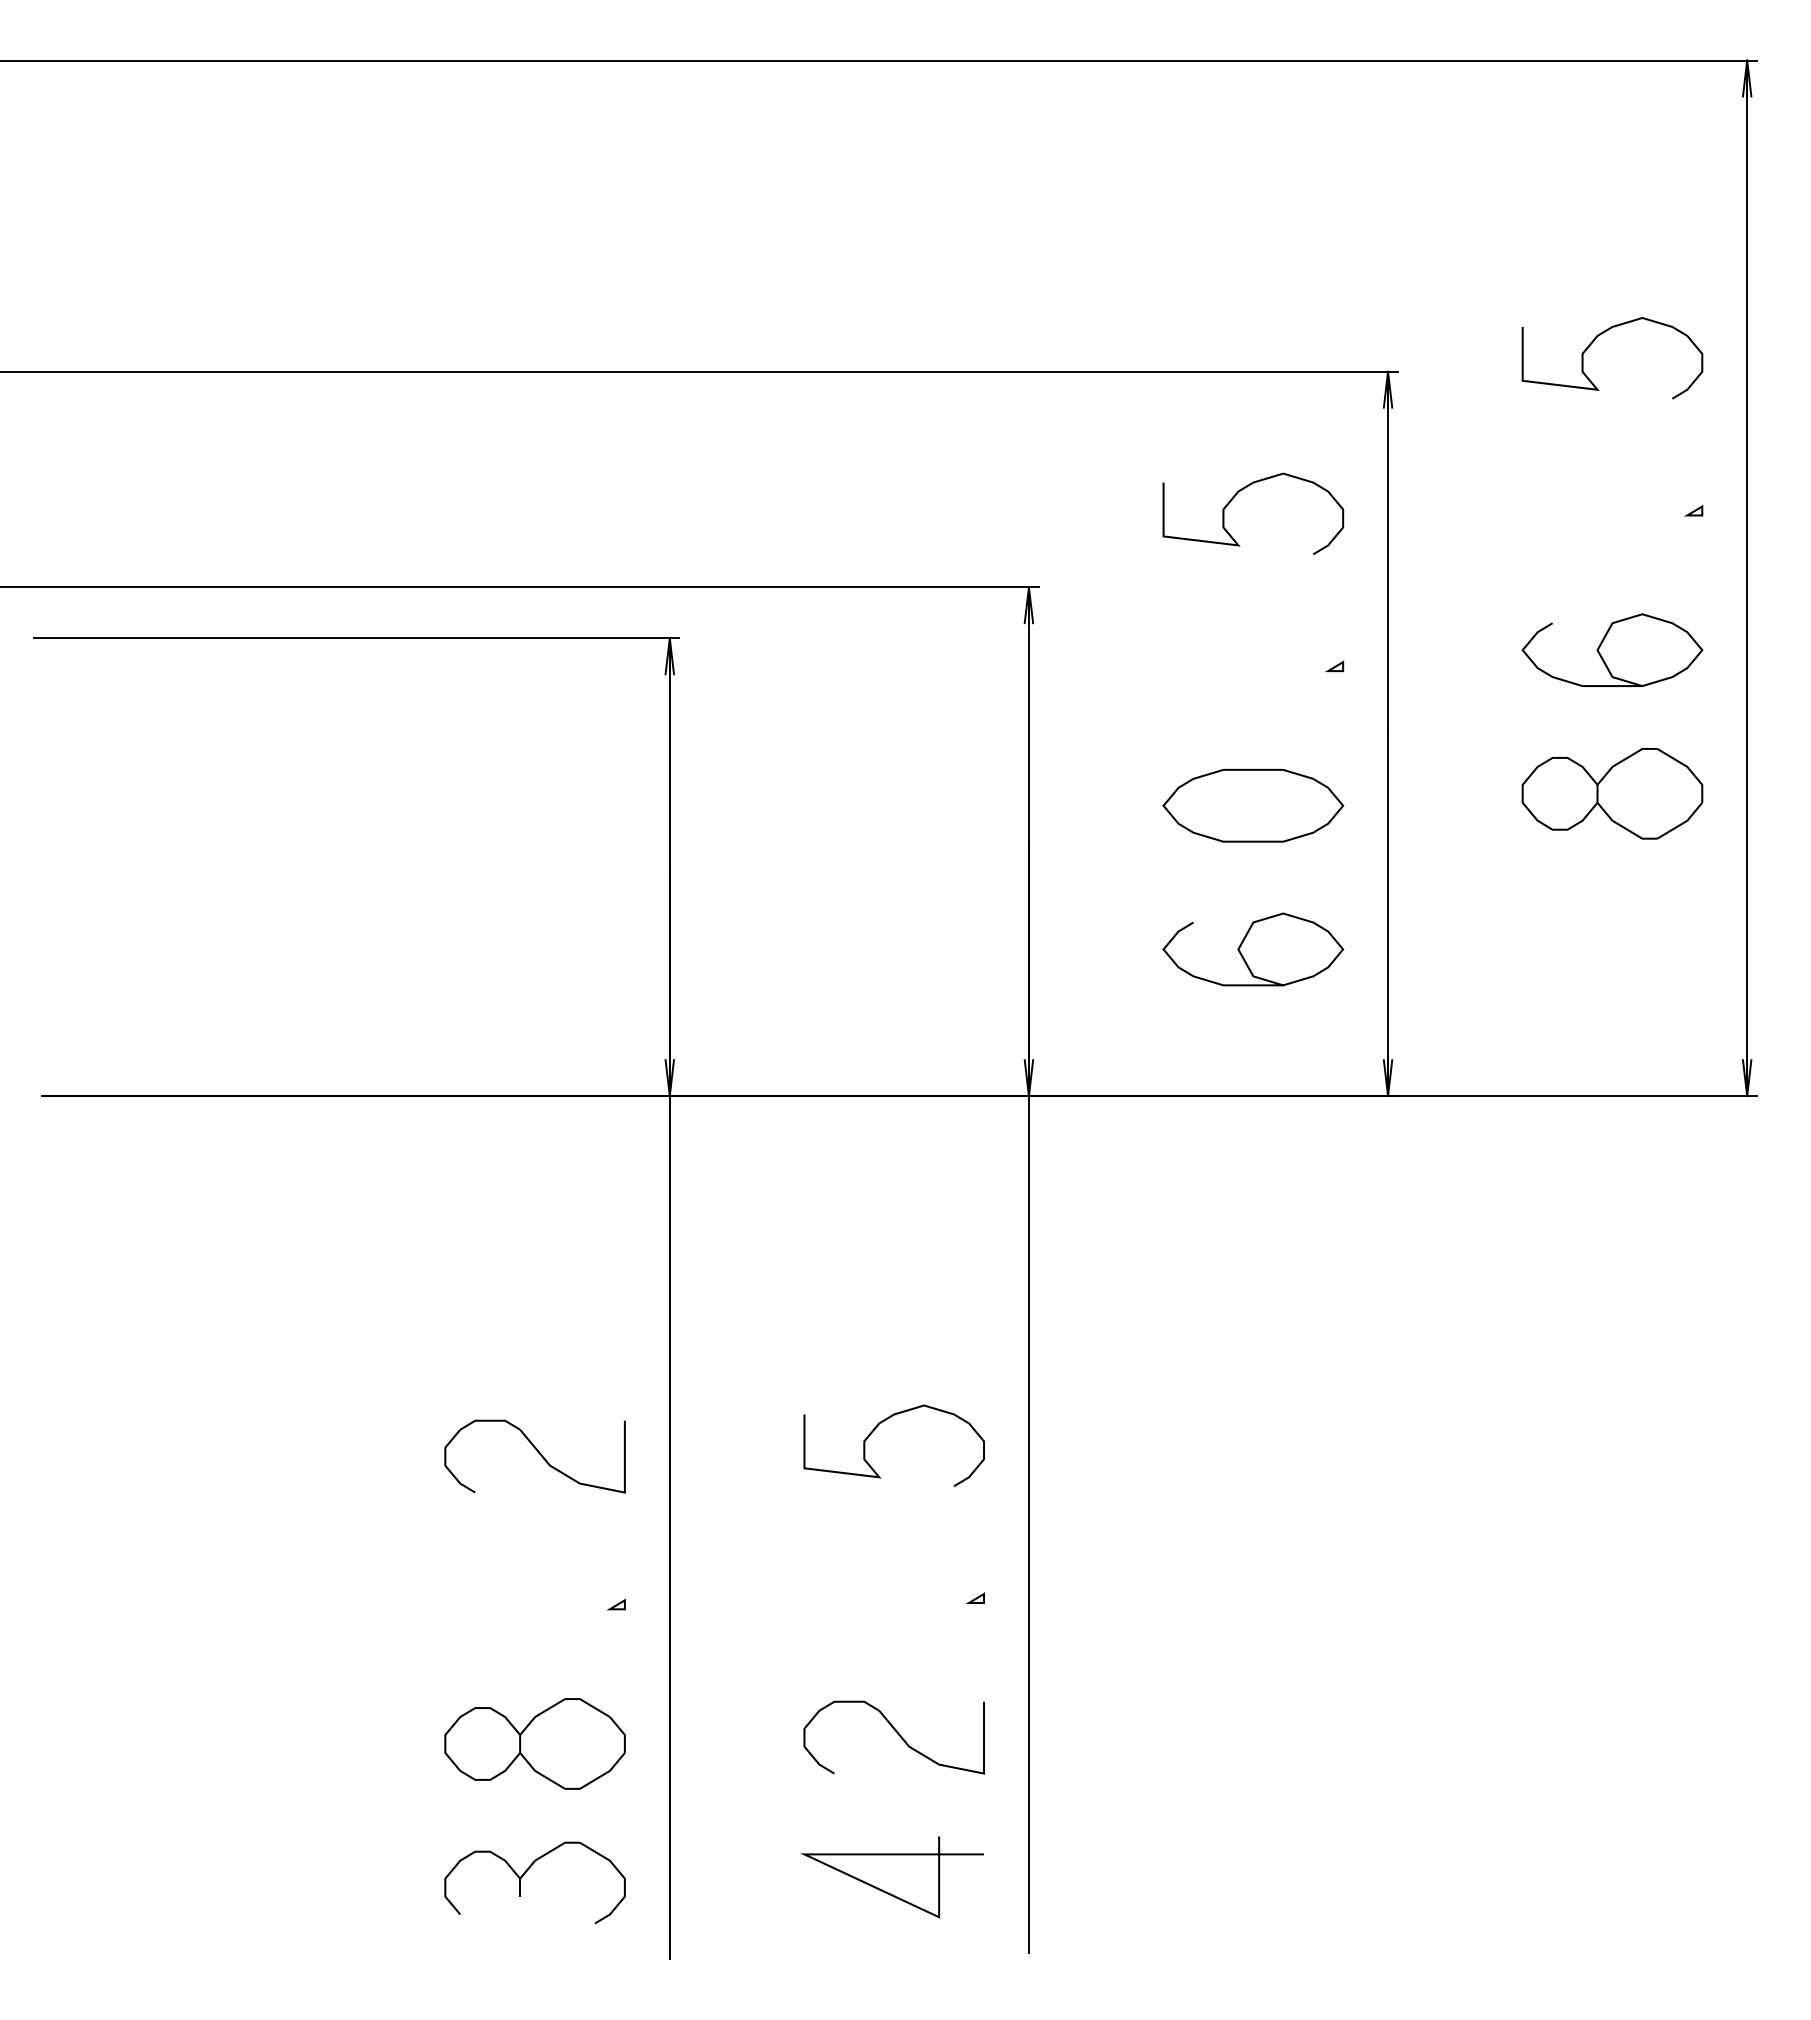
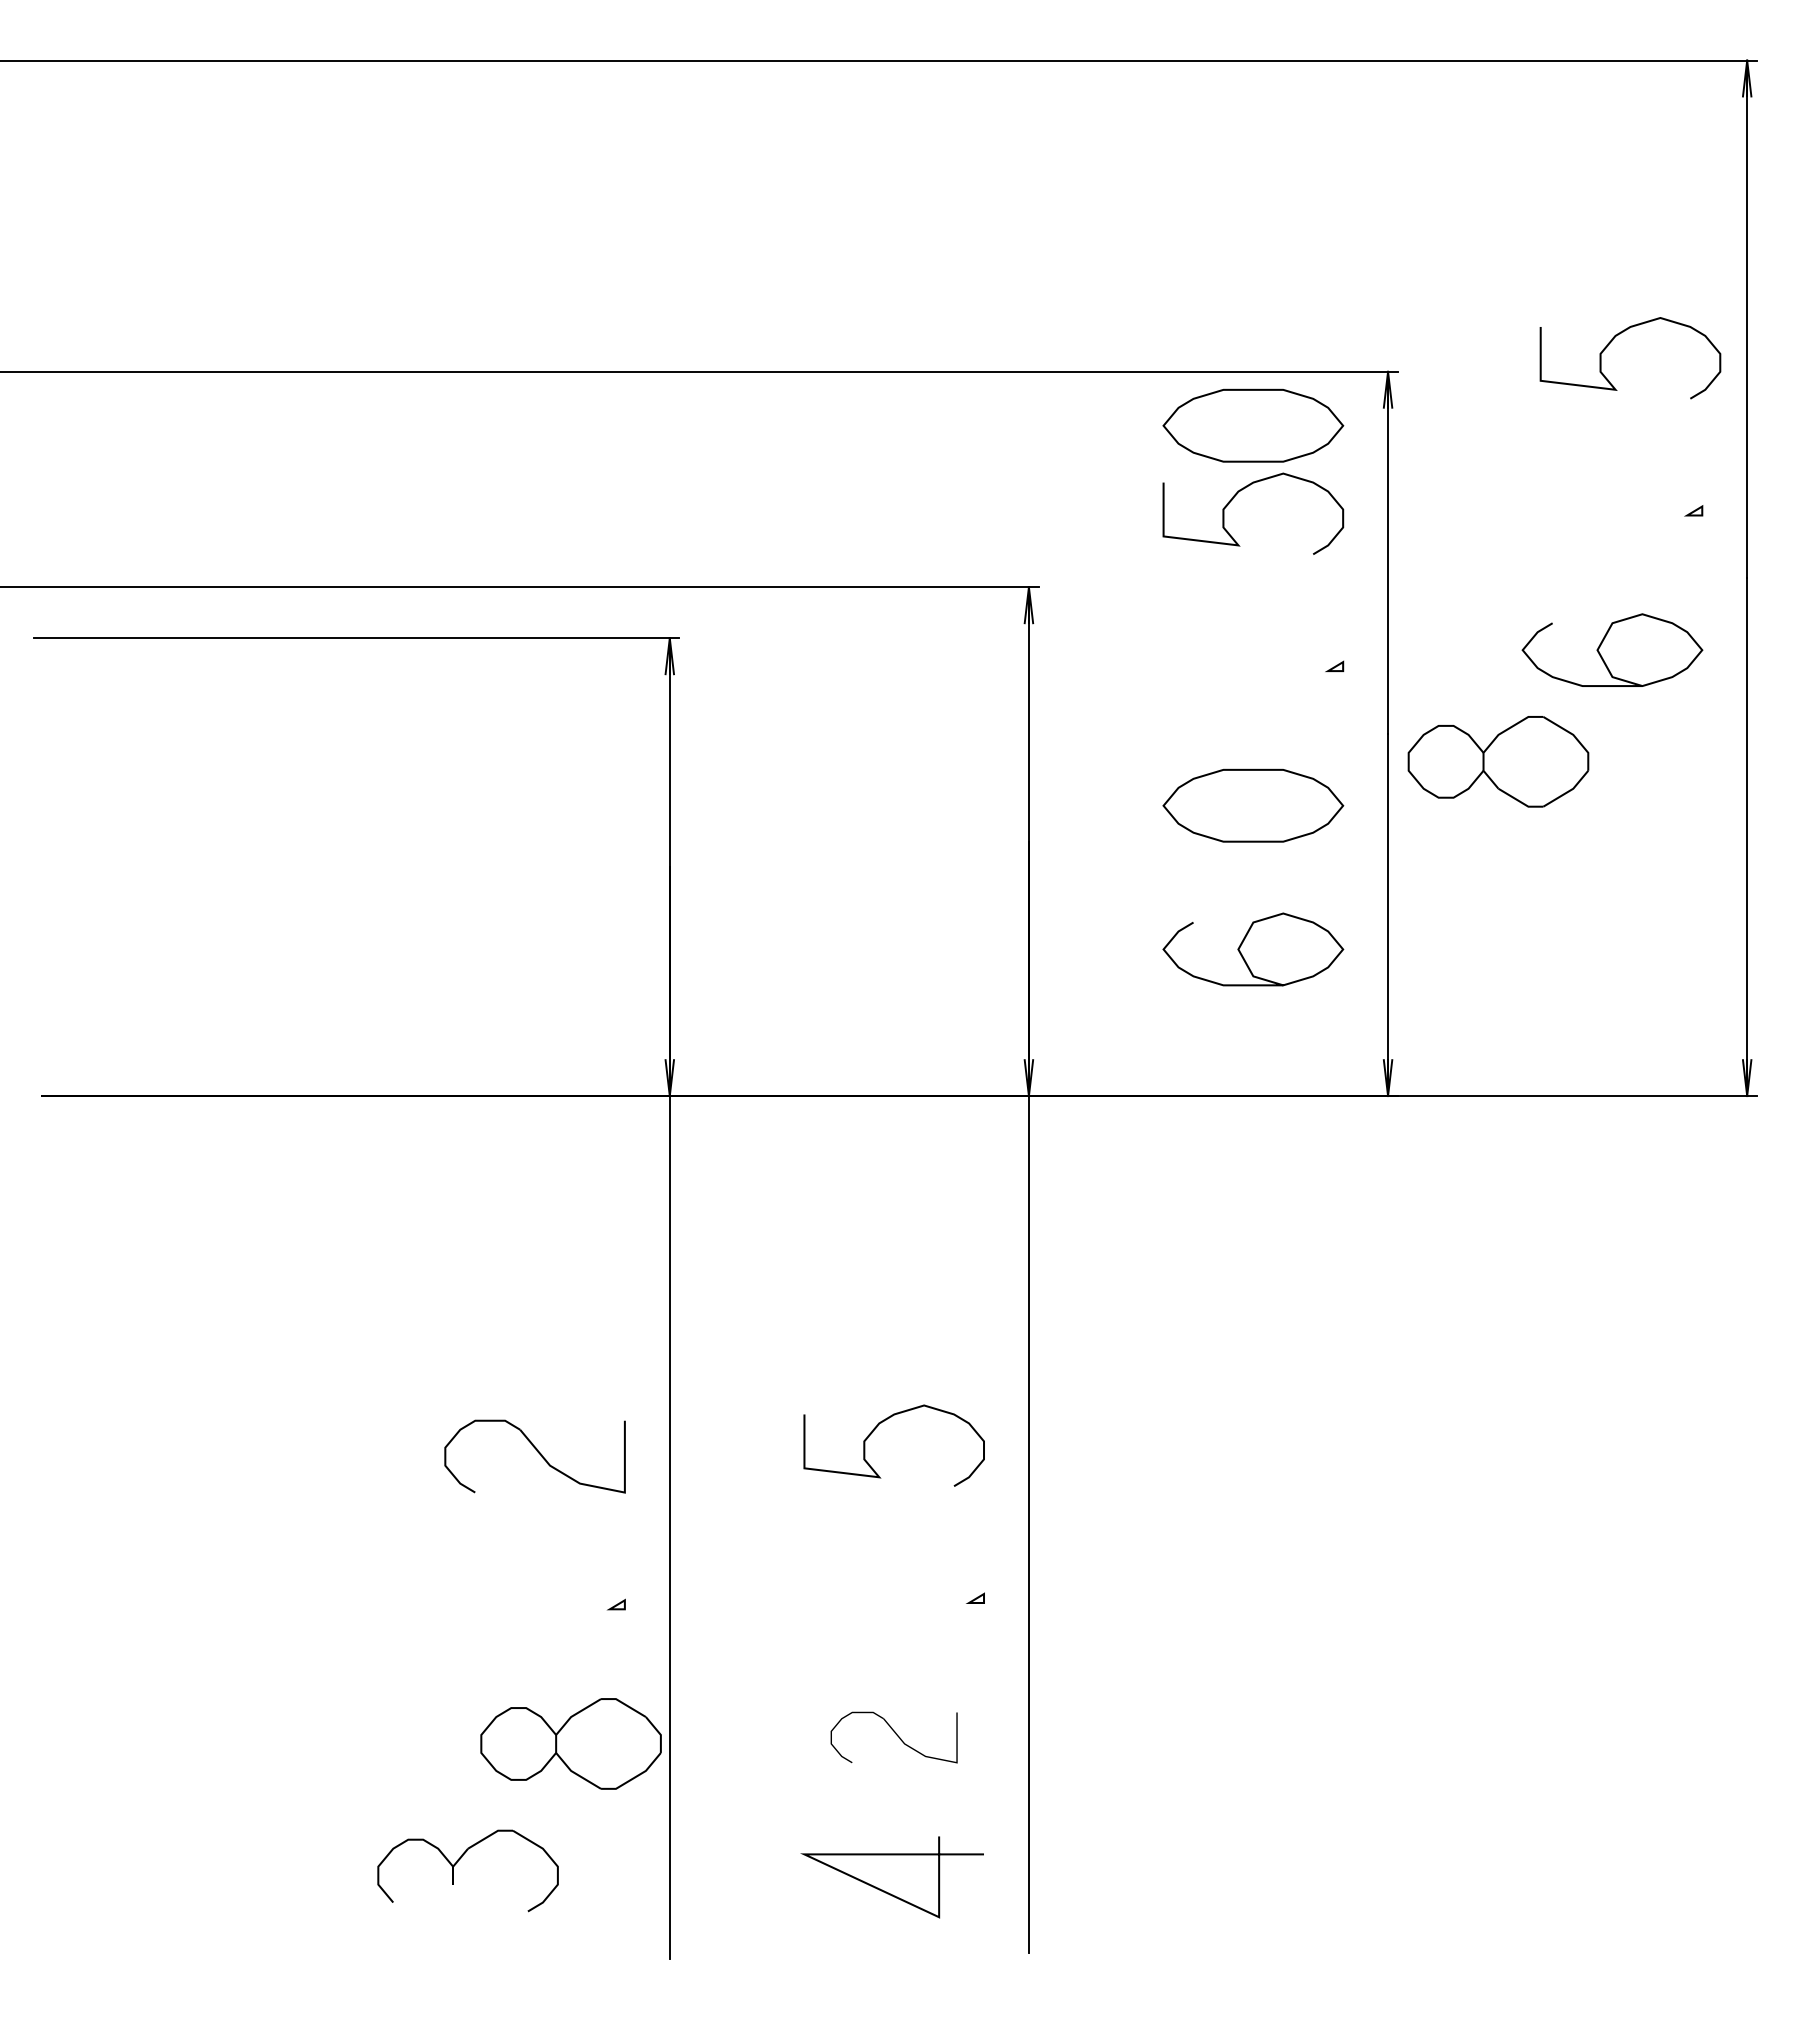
curve at (1594, 341) position: (1594, 341) -> (1612, 341)
part at (1253, 425): none -> present
part at (1612, 793) position: (1612, 793) -> (1498, 761)
part at (893, 1737) size: 182x75 px -> 128x53 px
part at (534, 1743) position: (534, 1743) -> (570, 1743)
part at (524, 1875) position: (524, 1875) -> (457, 1863)
